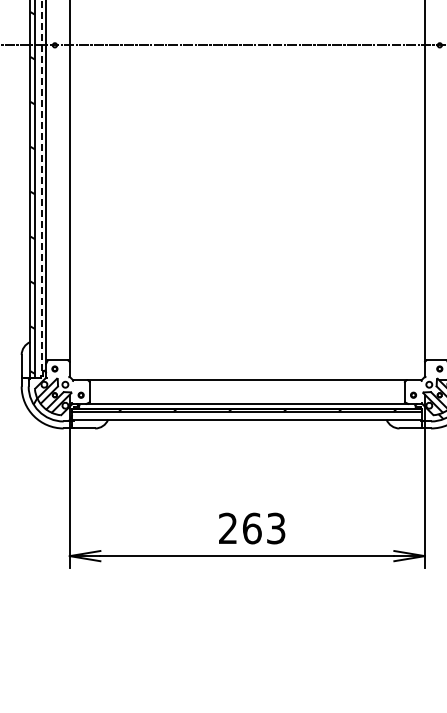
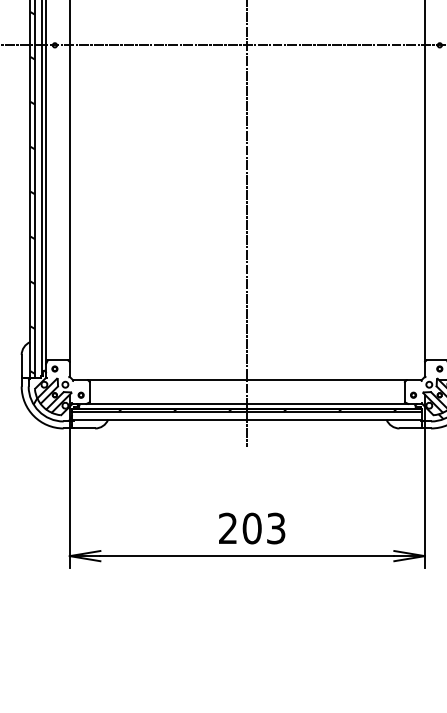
line at (41, 188): dashed -> solid
line at (247, 224): none -> present
text at (251, 528): 263 -> 203
